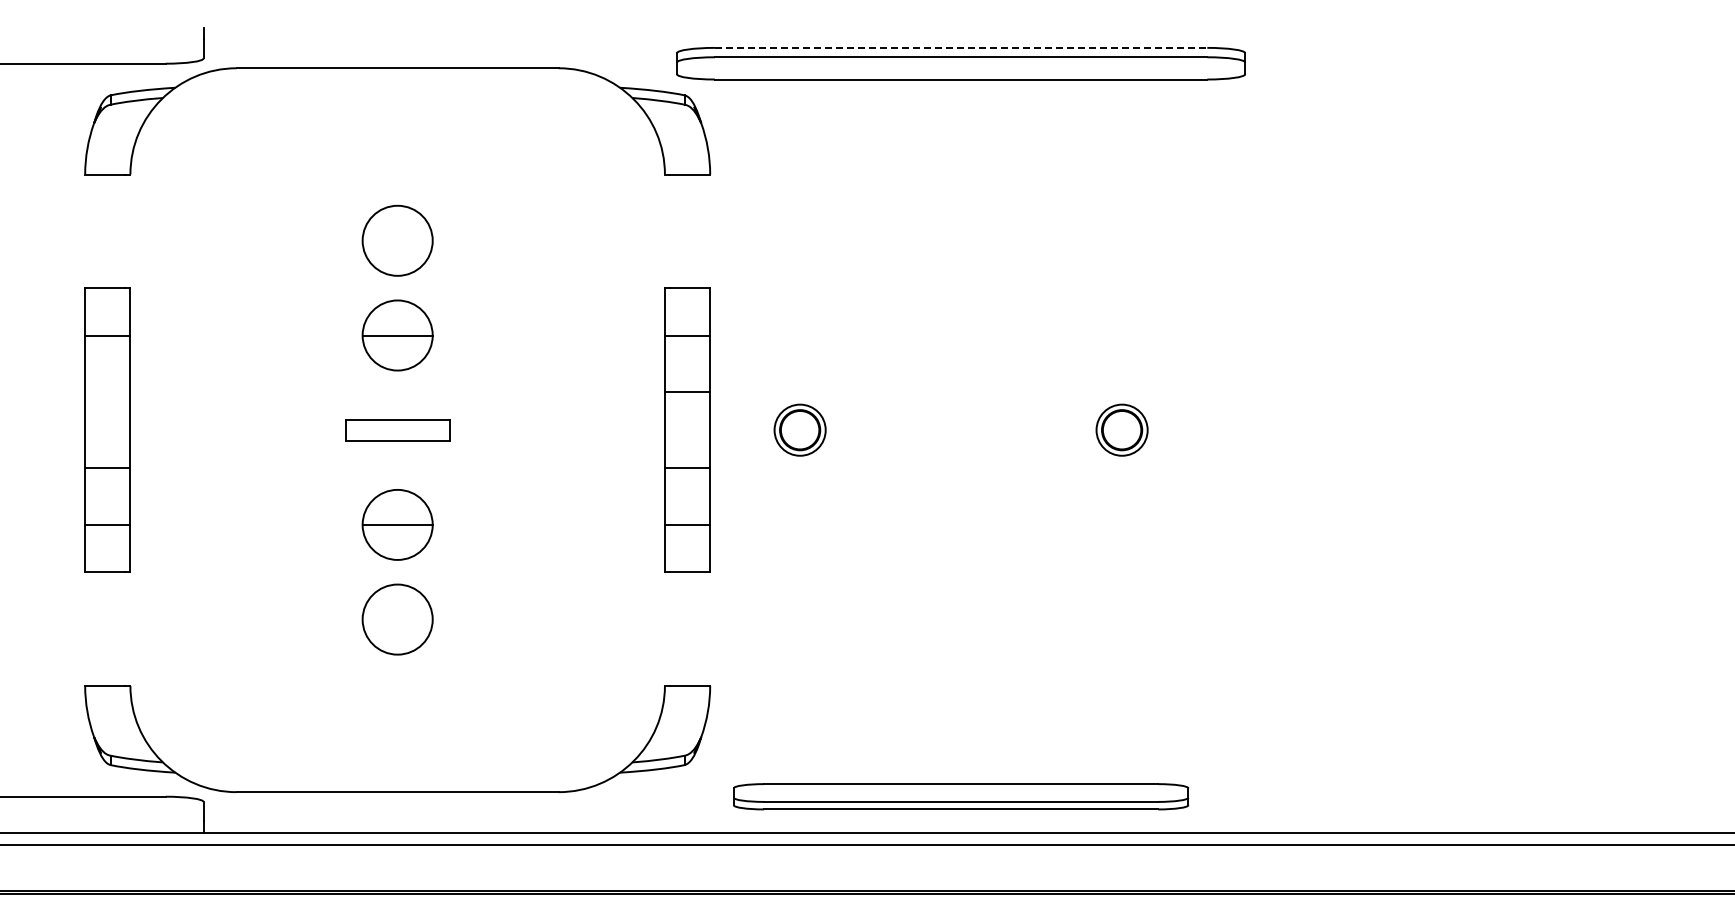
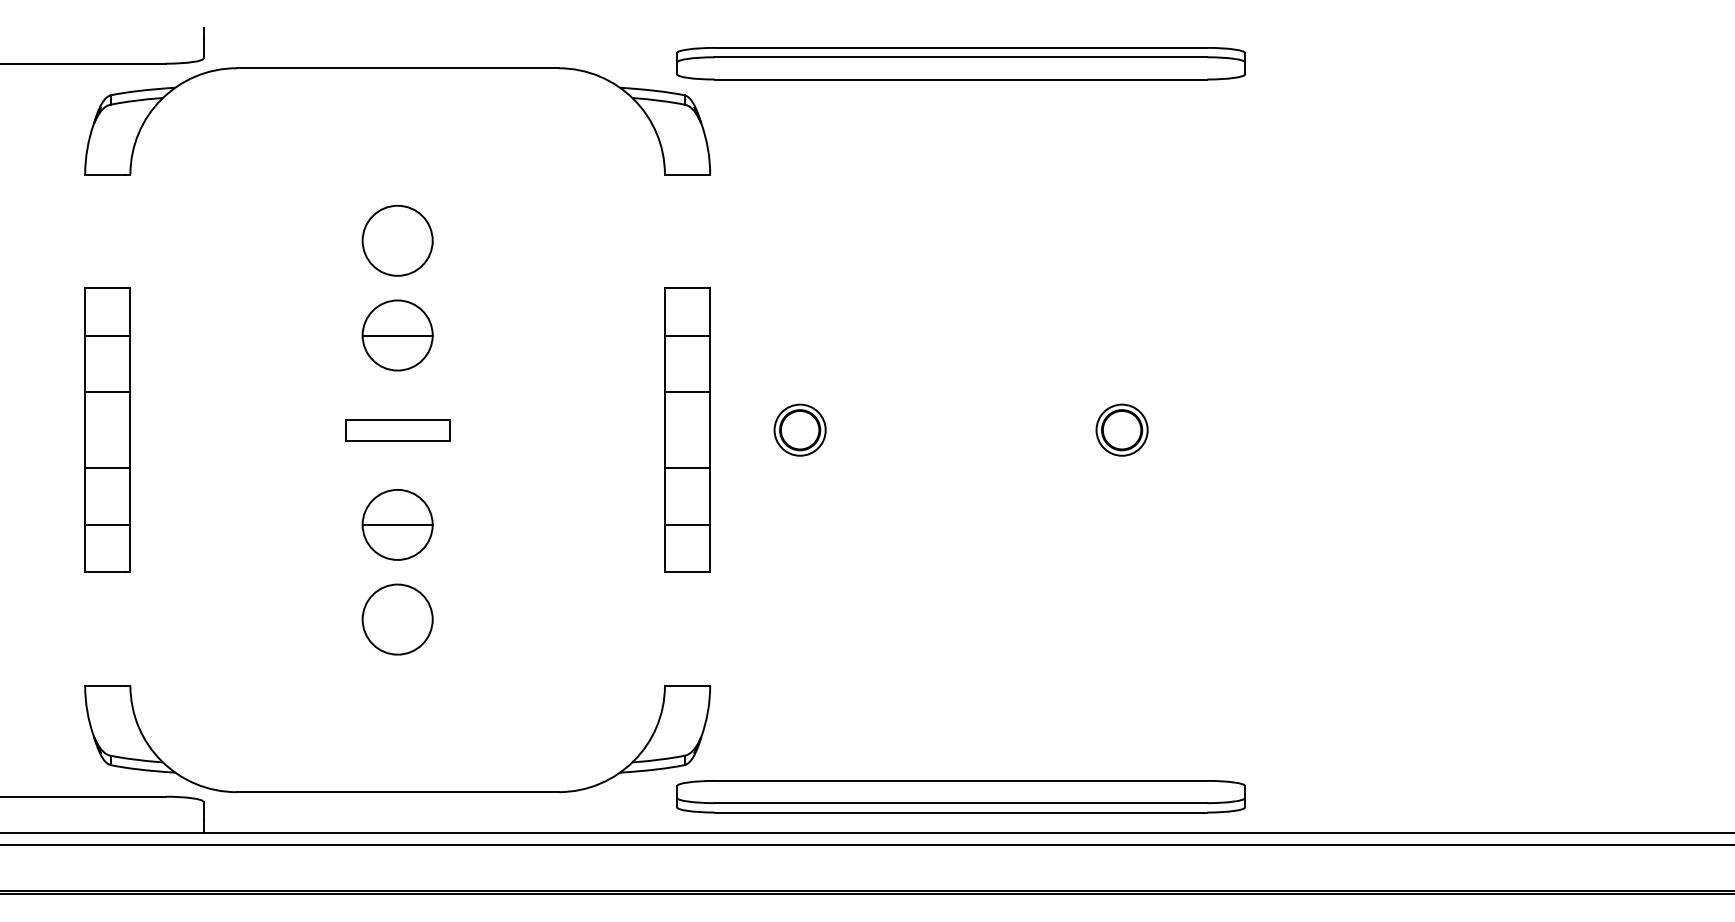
line at (961, 47): dashed -> solid
line at (107, 392): none -> present
part at (961, 796) size: 457x28 px -> 570x34 px
